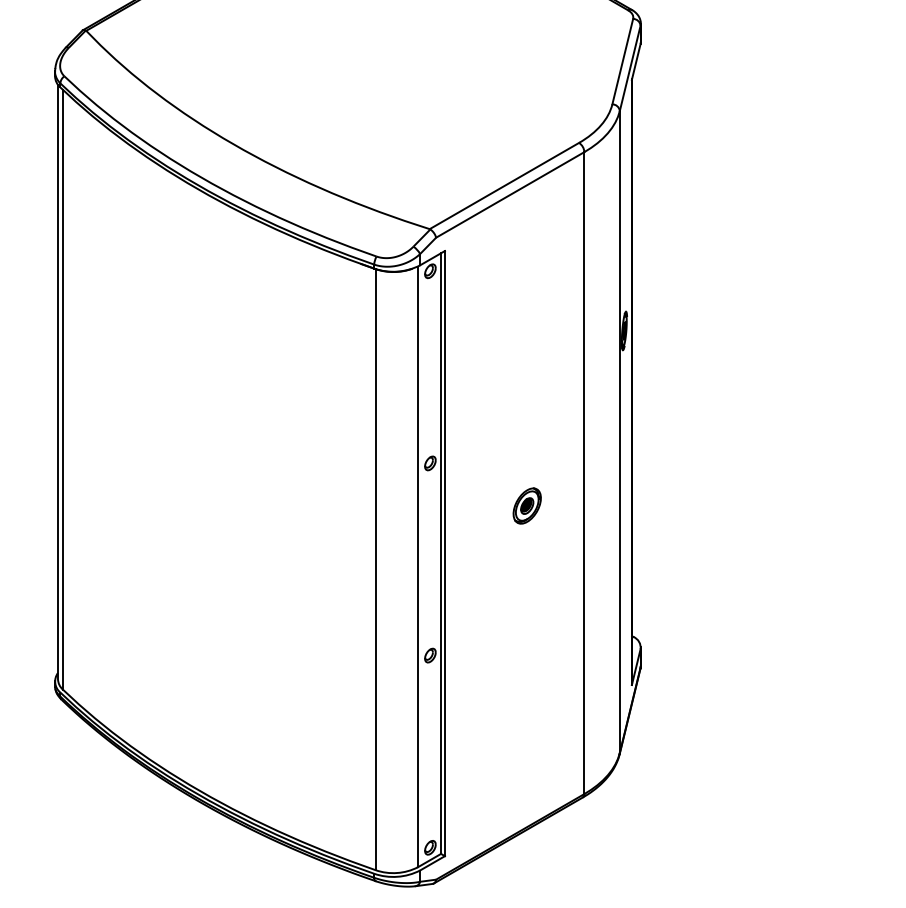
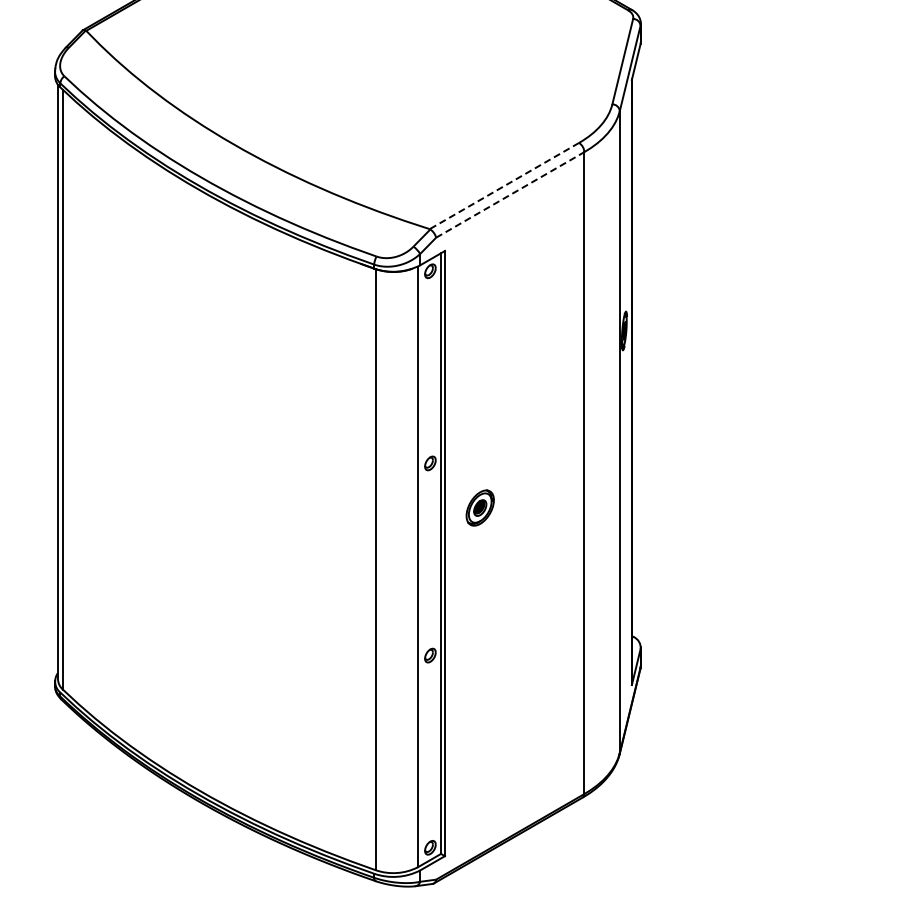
line at (503, 186): solid -> dashed
line at (510, 194): solid -> dashed
part at (526, 505) position: (526, 505) -> (479, 507)
